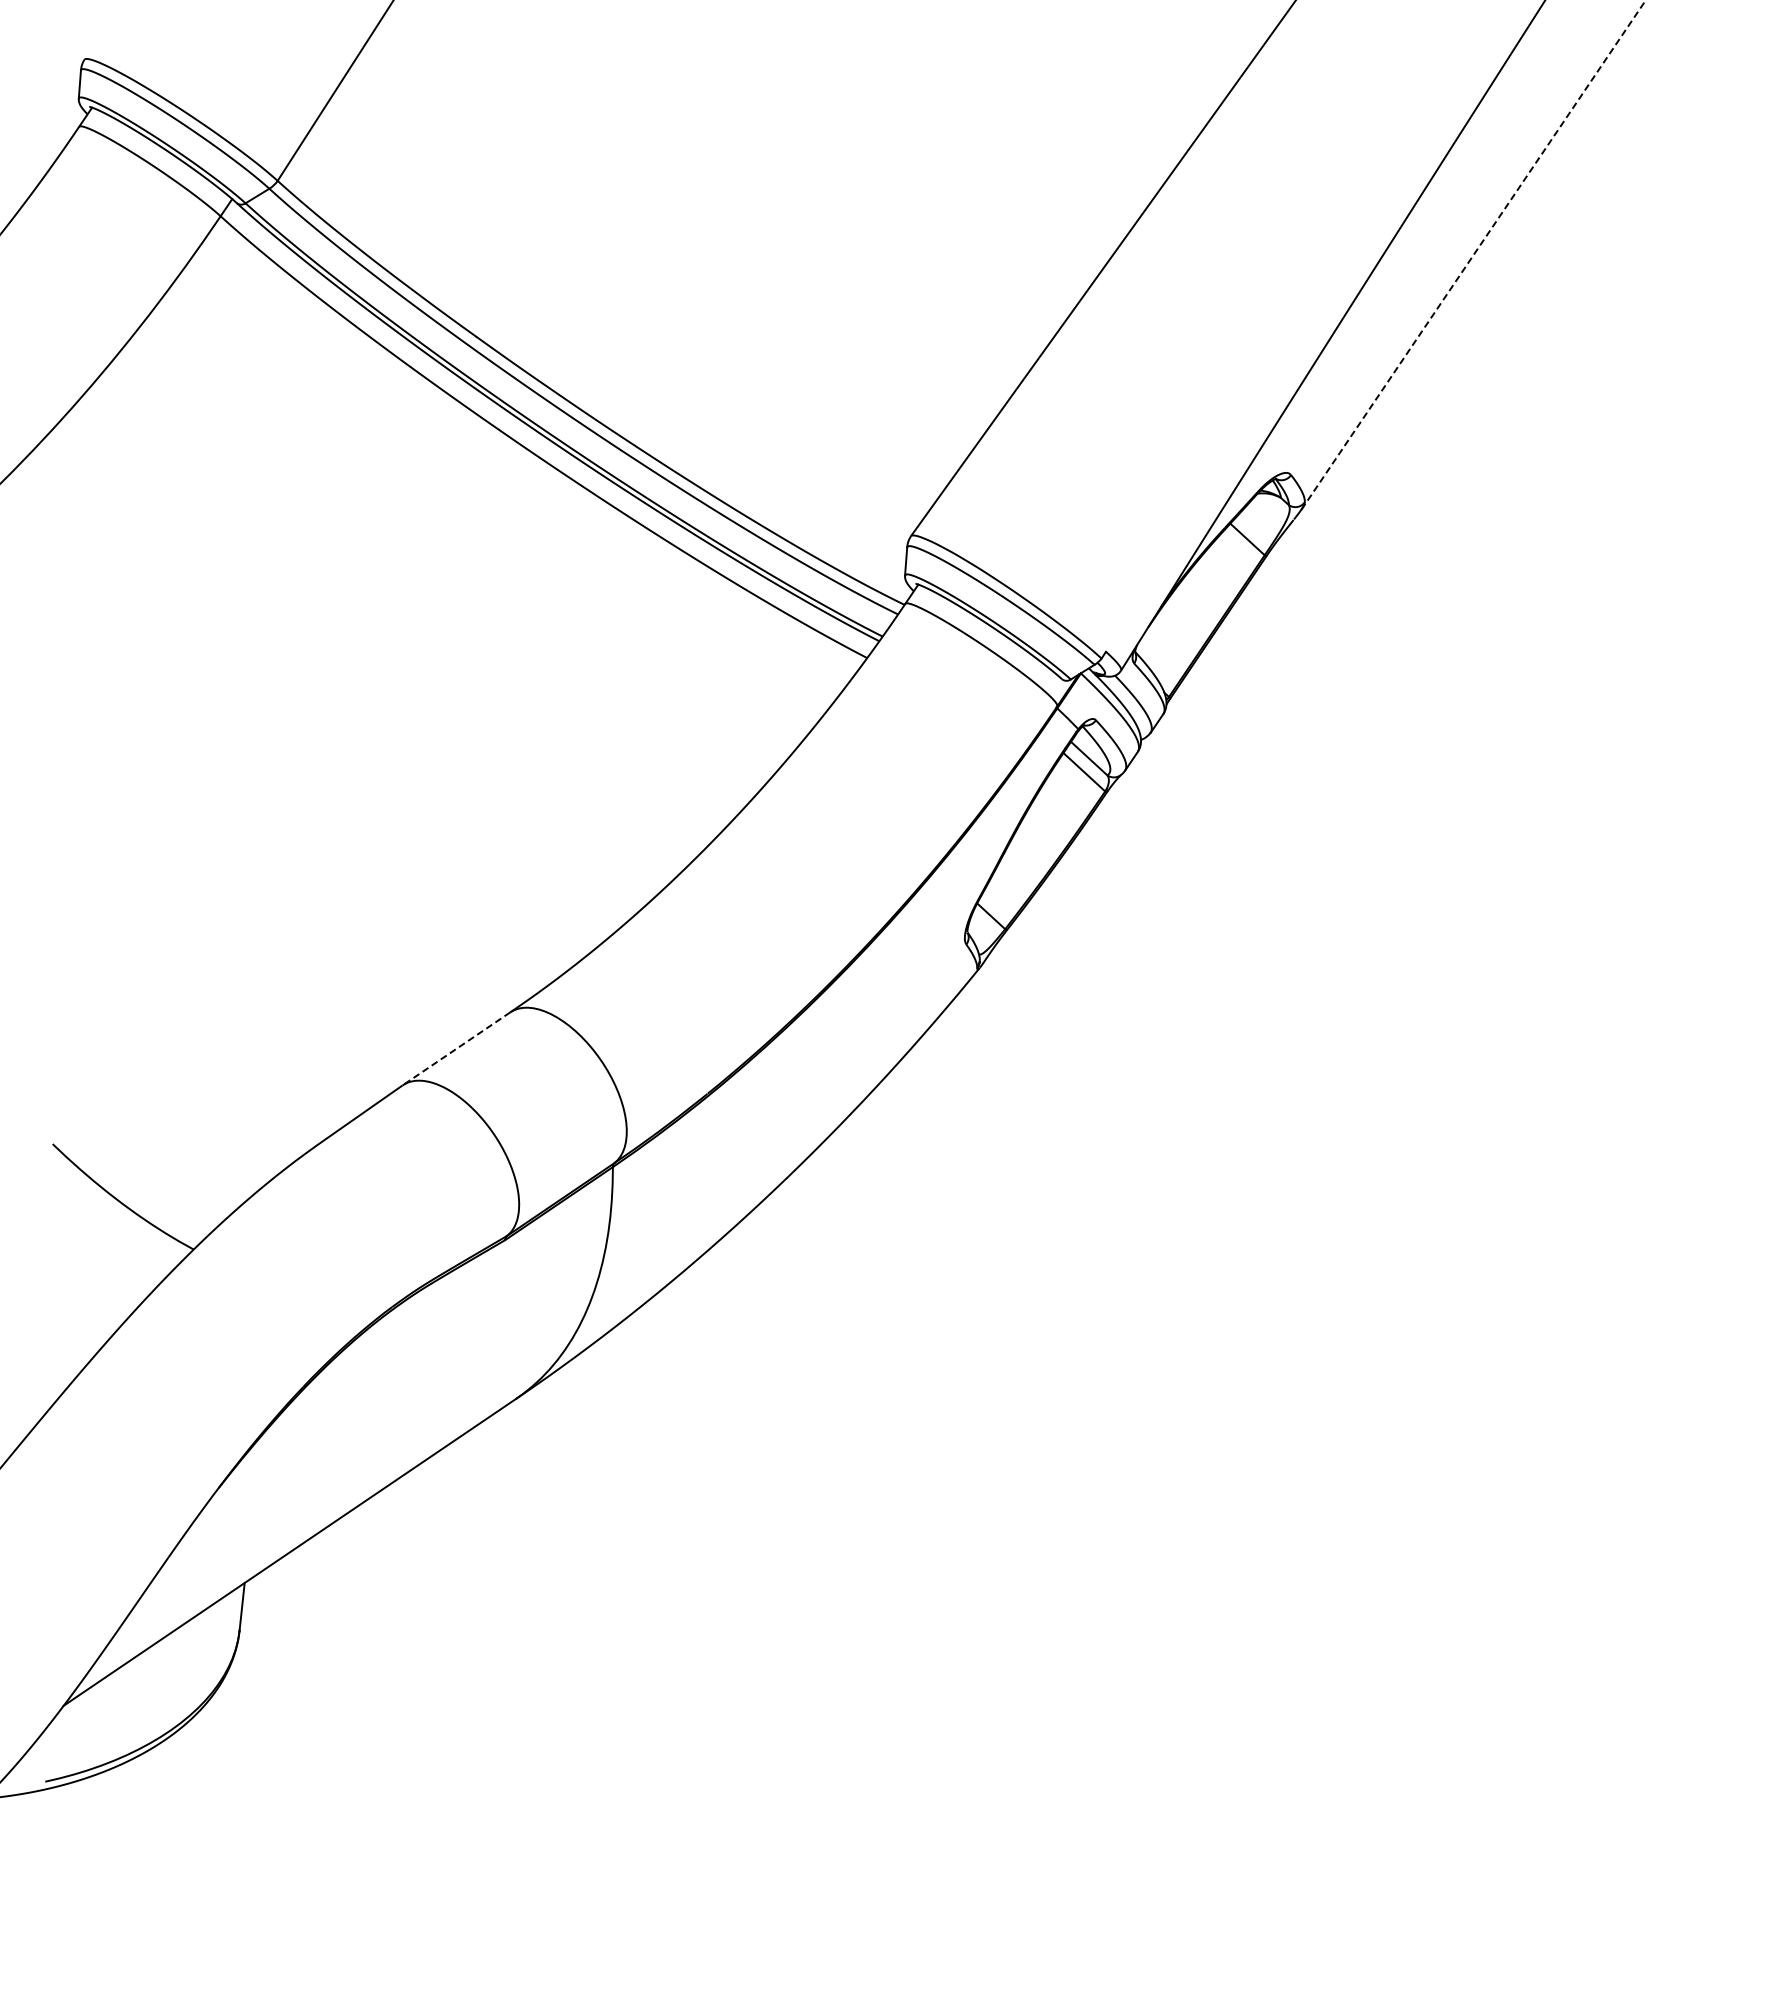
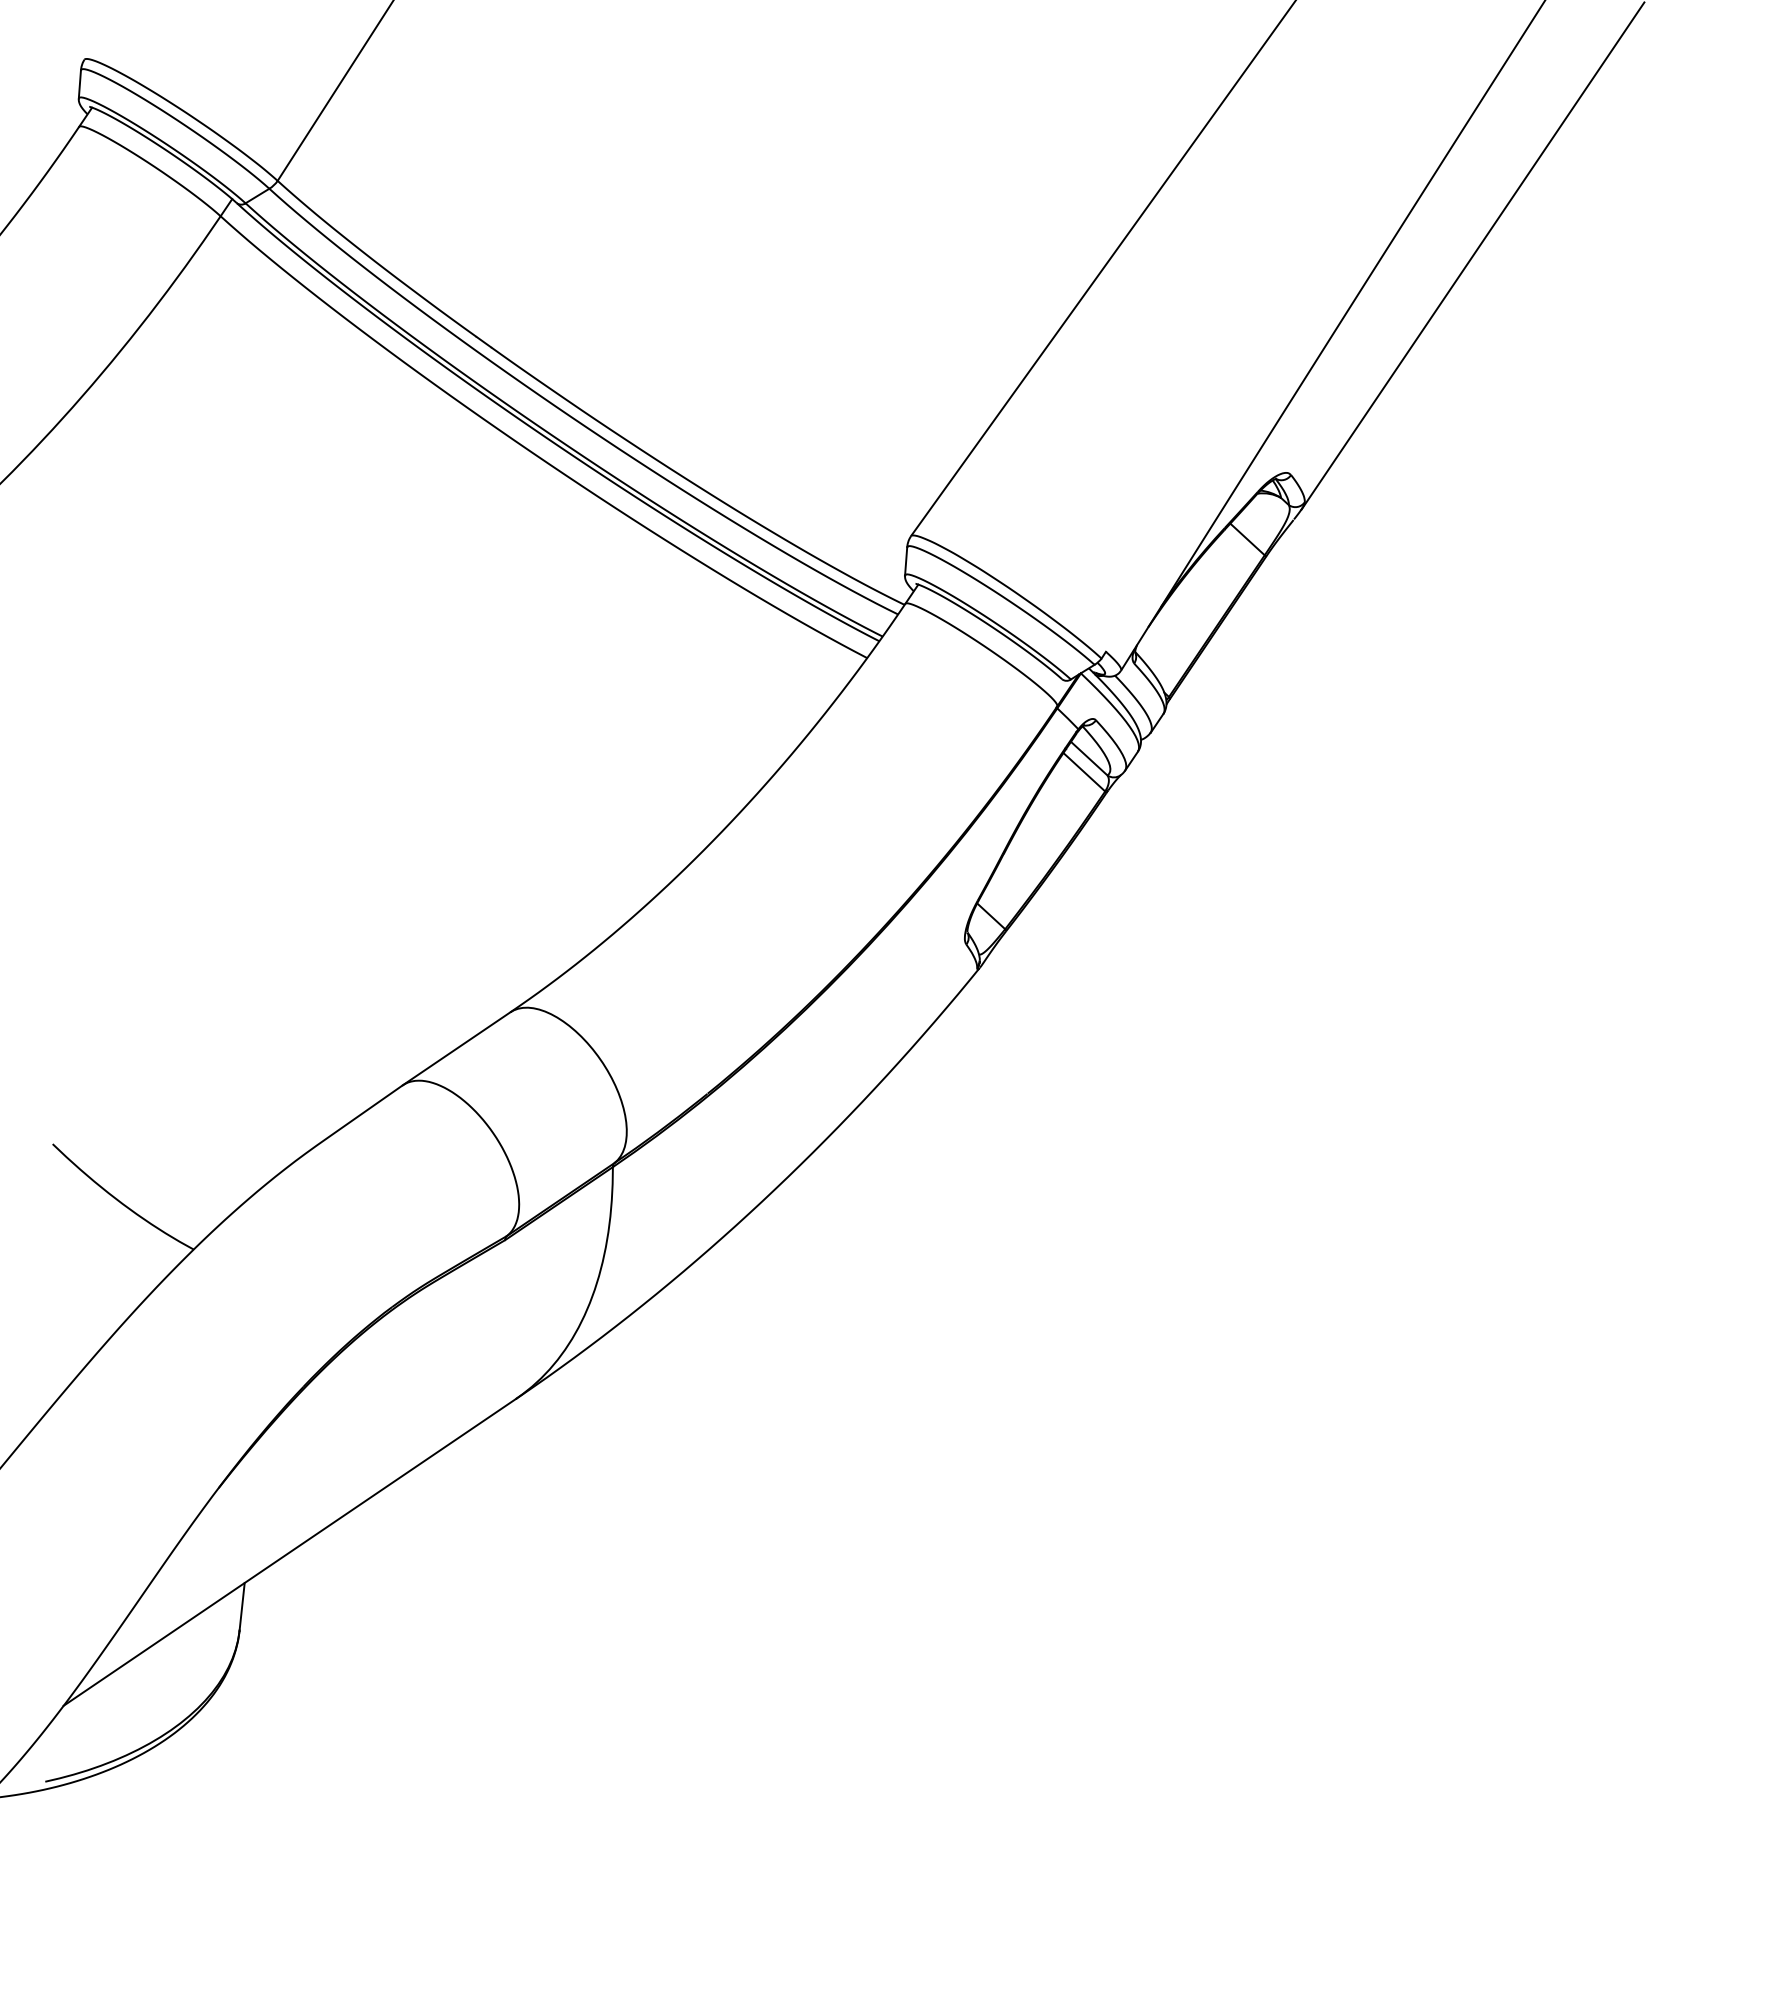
line at (1473, 255): dashed -> solid
line at (456, 1049): dashed -> solid
